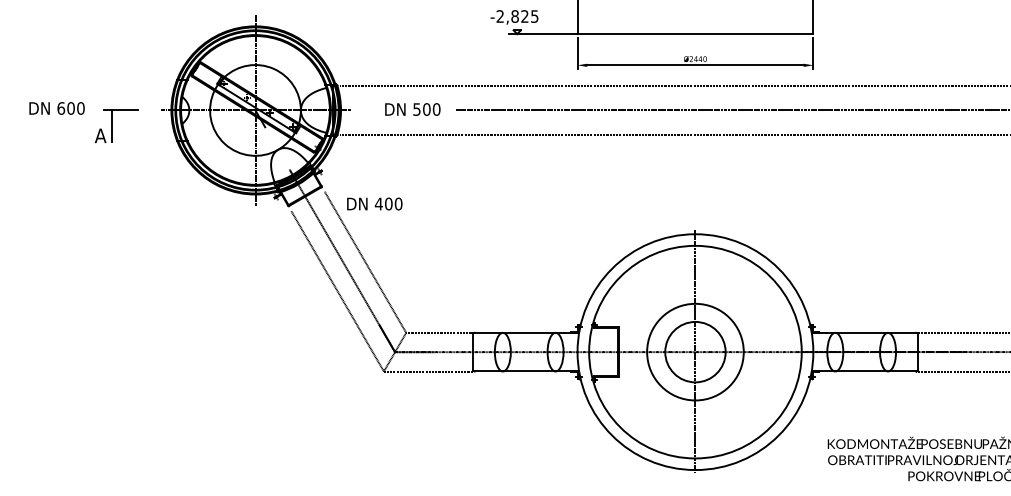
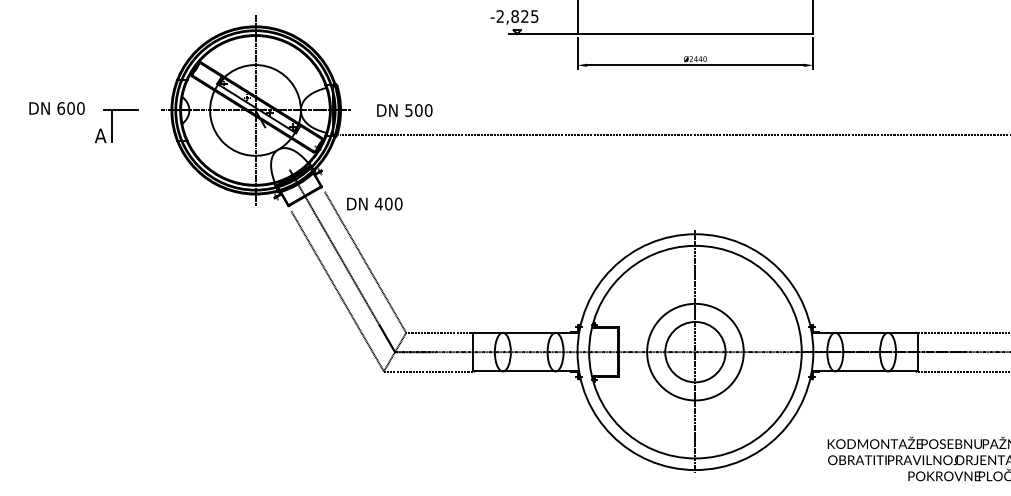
line at (673, 86): present -> none
text at (412, 109) position: (412, 109) -> (404, 110)
line at (731, 110): present -> none
